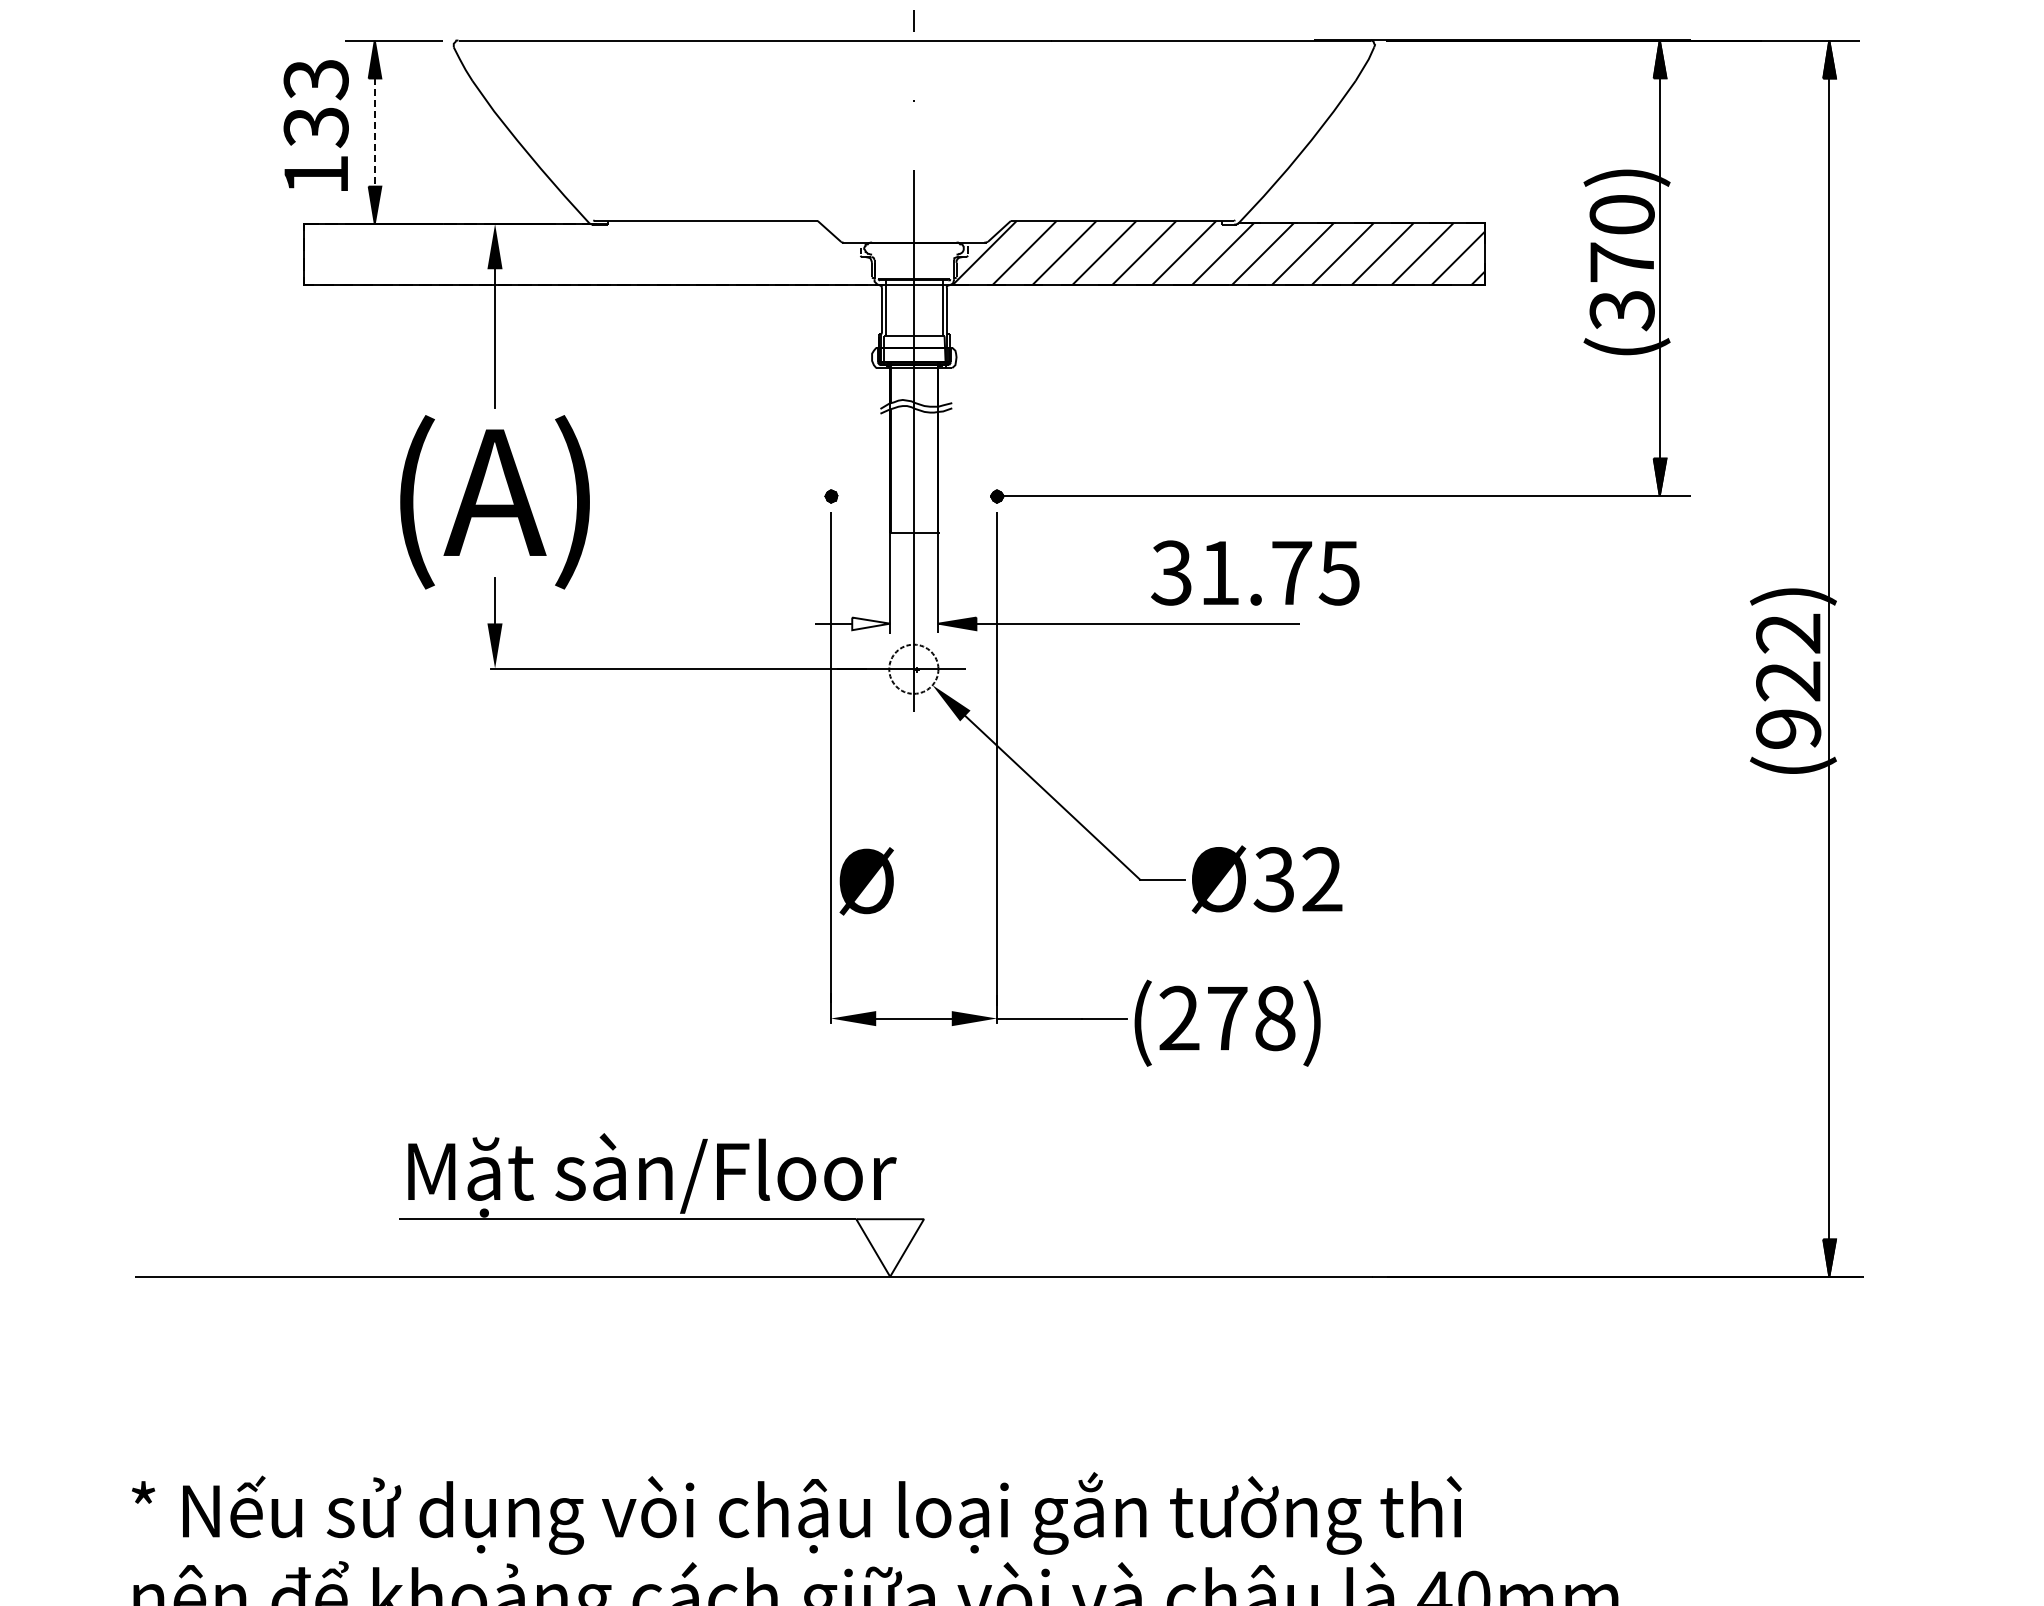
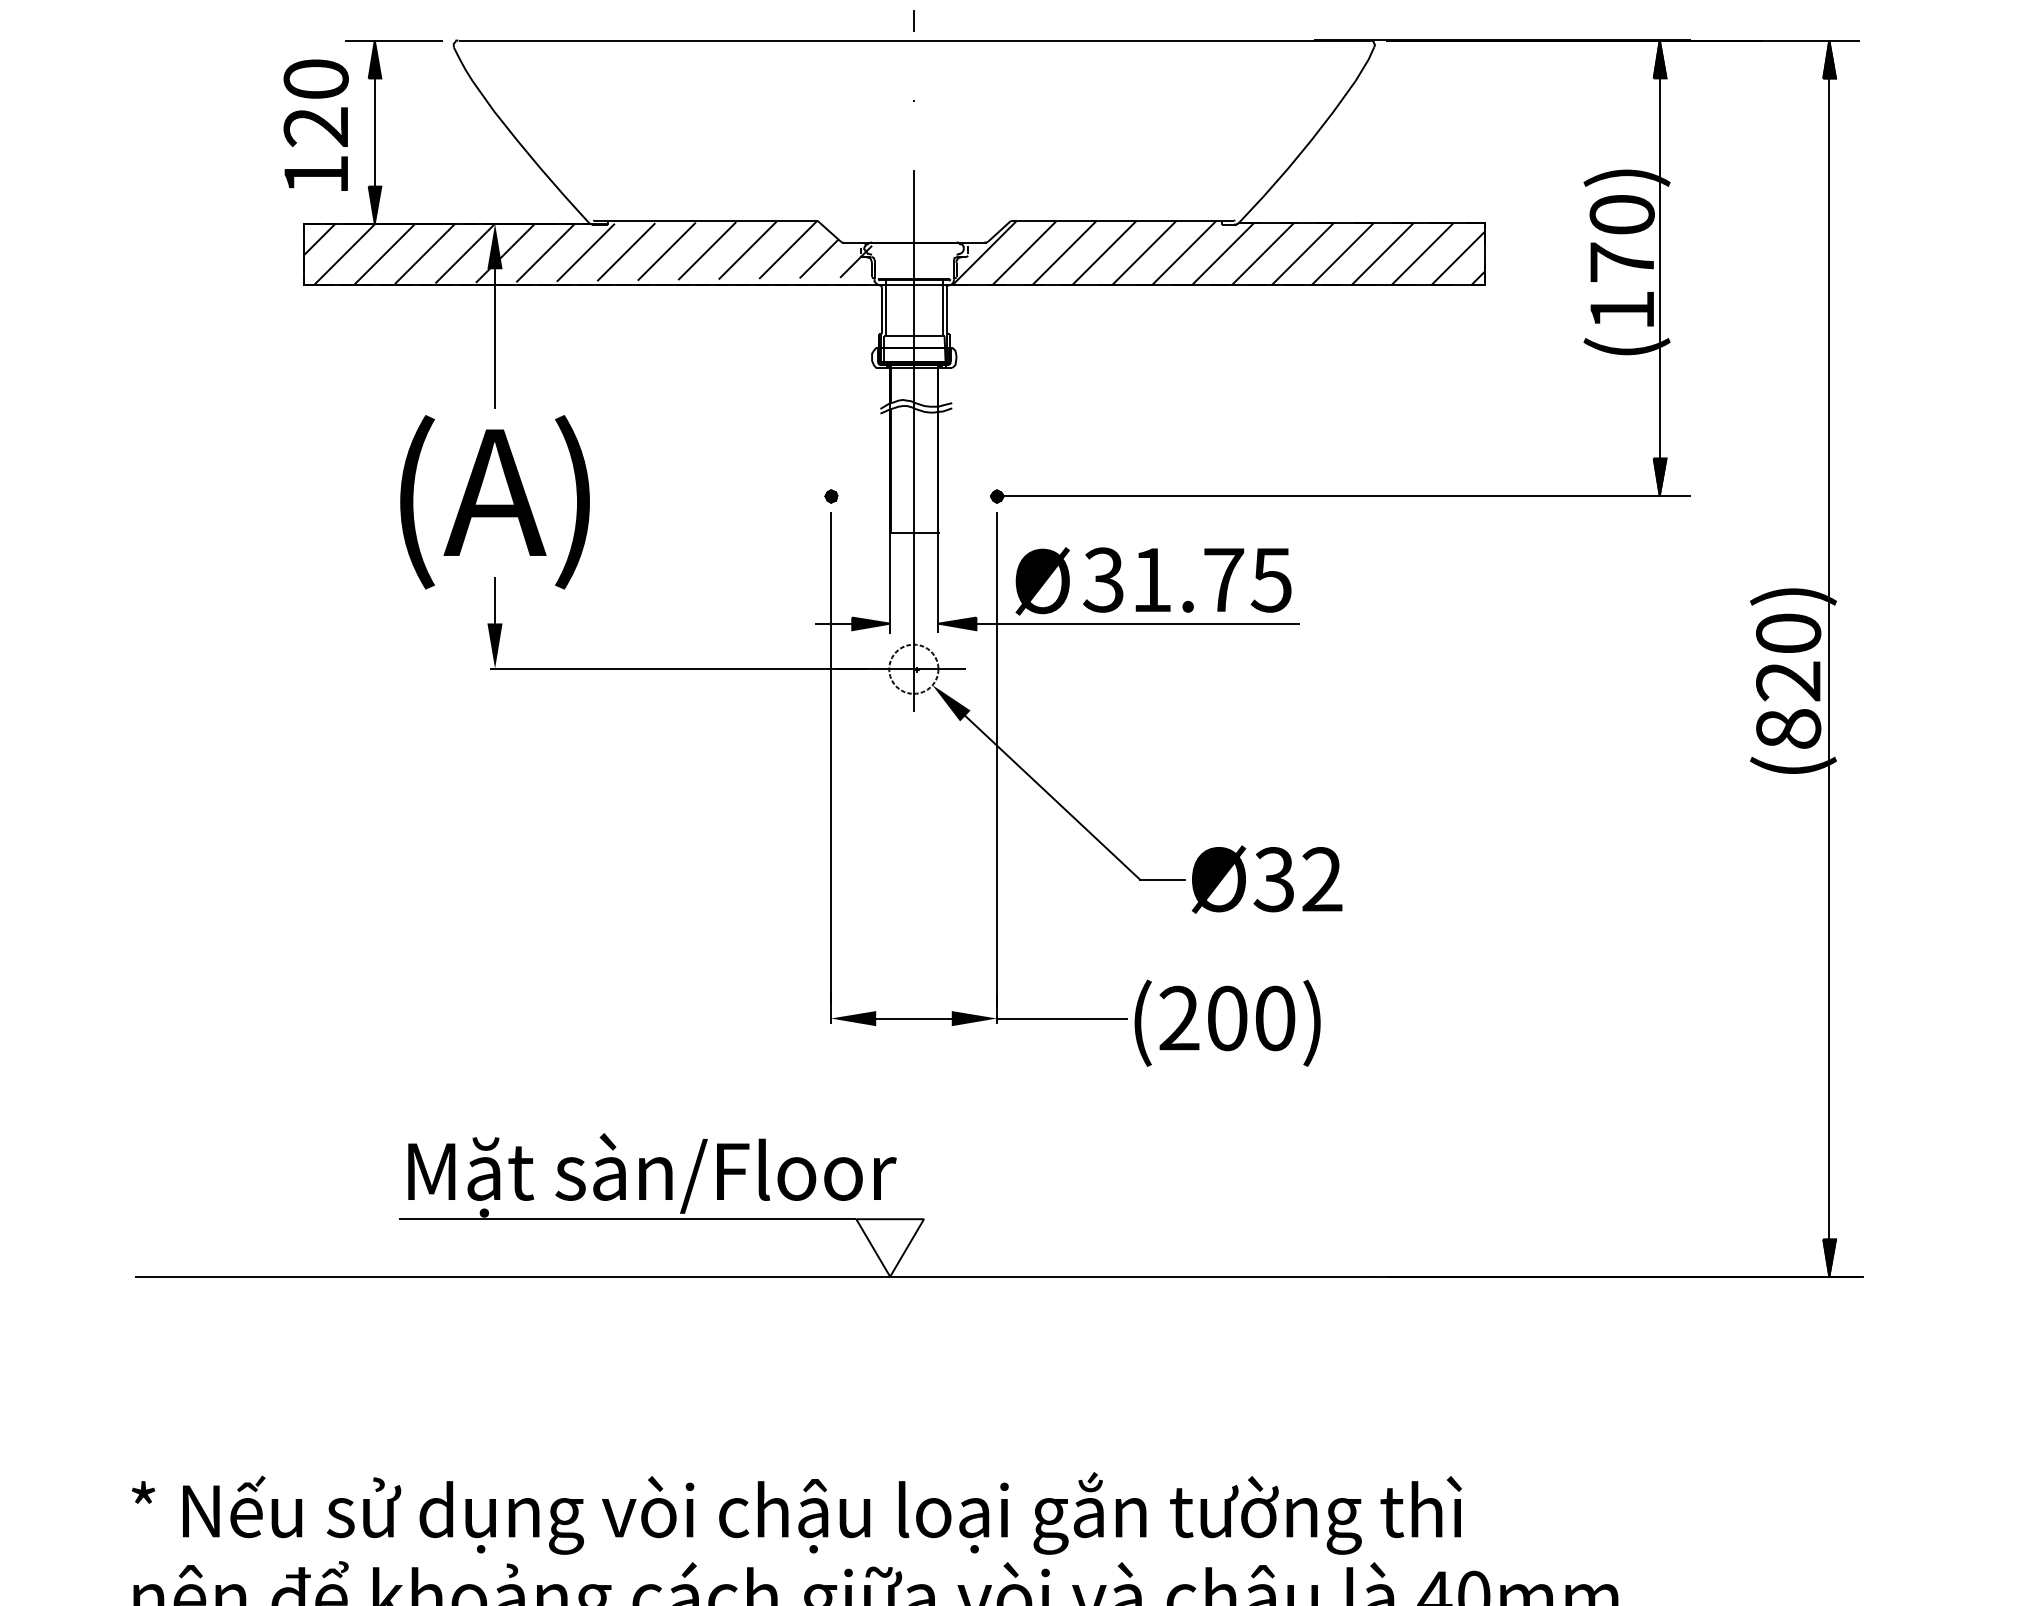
text at (315, 103): 133 -> 120
line at (374, 133): dashed -> solid
hatch at (588, 252): none -> present
text at (1621, 311): (370) -> (170)
text at (1255, 572) position: (1255, 572) -> (1187, 579)
fill at (871, 623): none -> present
text at (1788, 680): (922) -> (820)
text at (866, 881) position: (866, 881) -> (1042, 581)
text at (1251, 1018): (278) -> (200)
